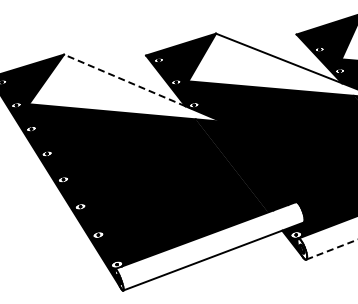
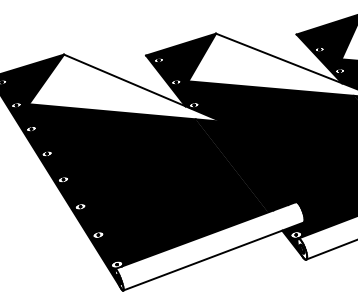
line at (124, 80): dashed -> solid
line at (332, 249): dashed -> solid
